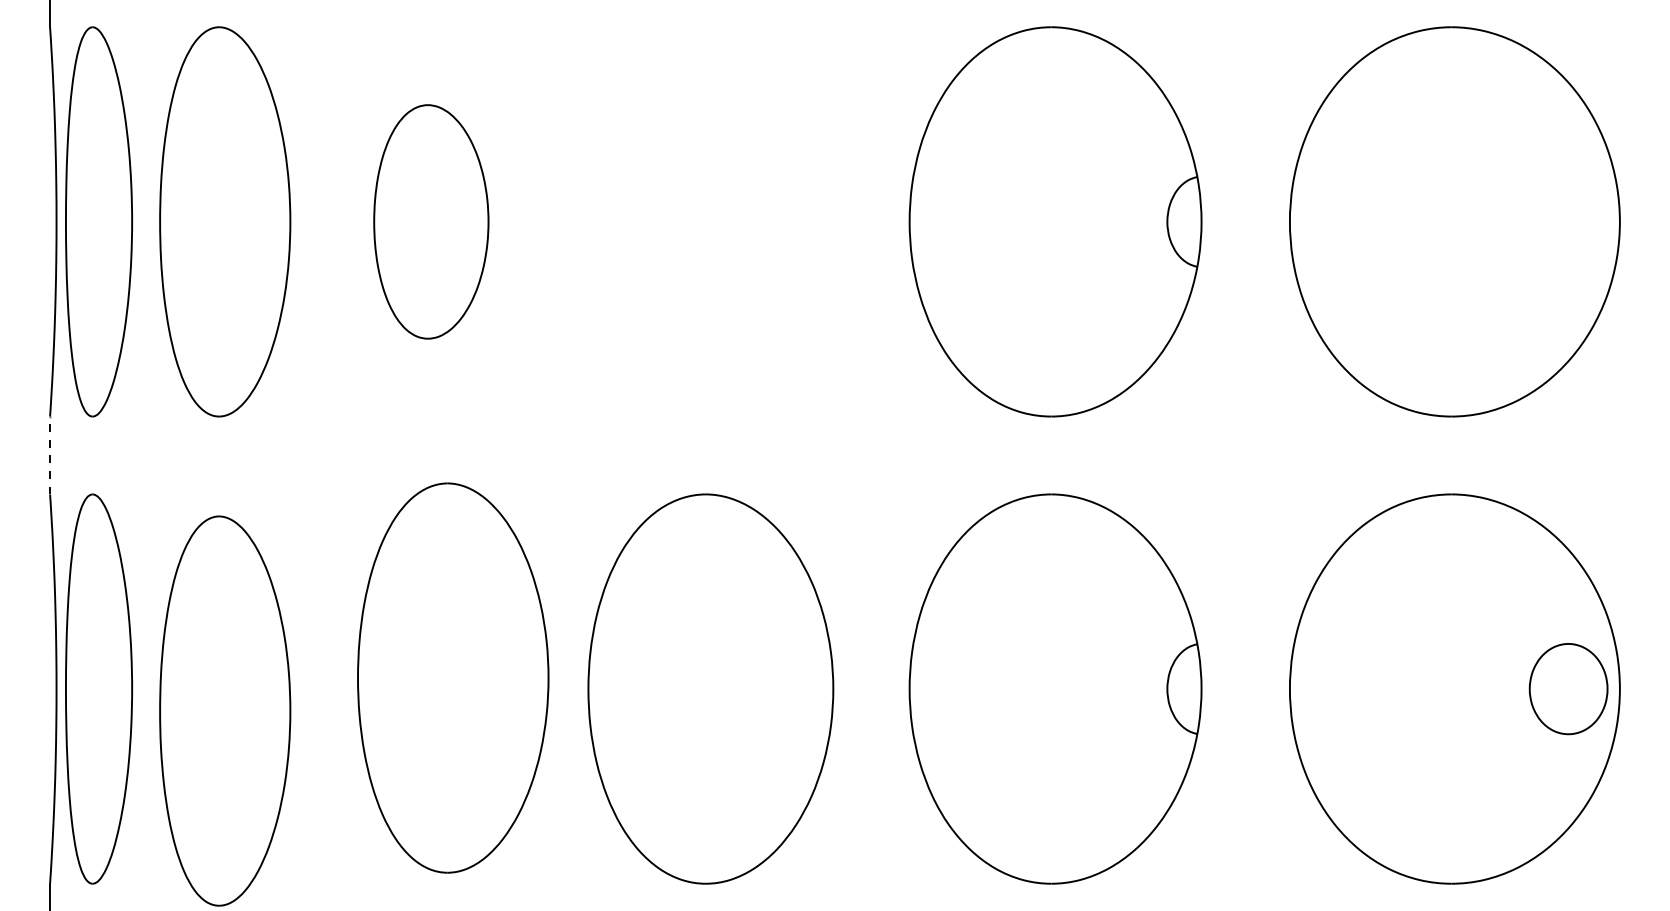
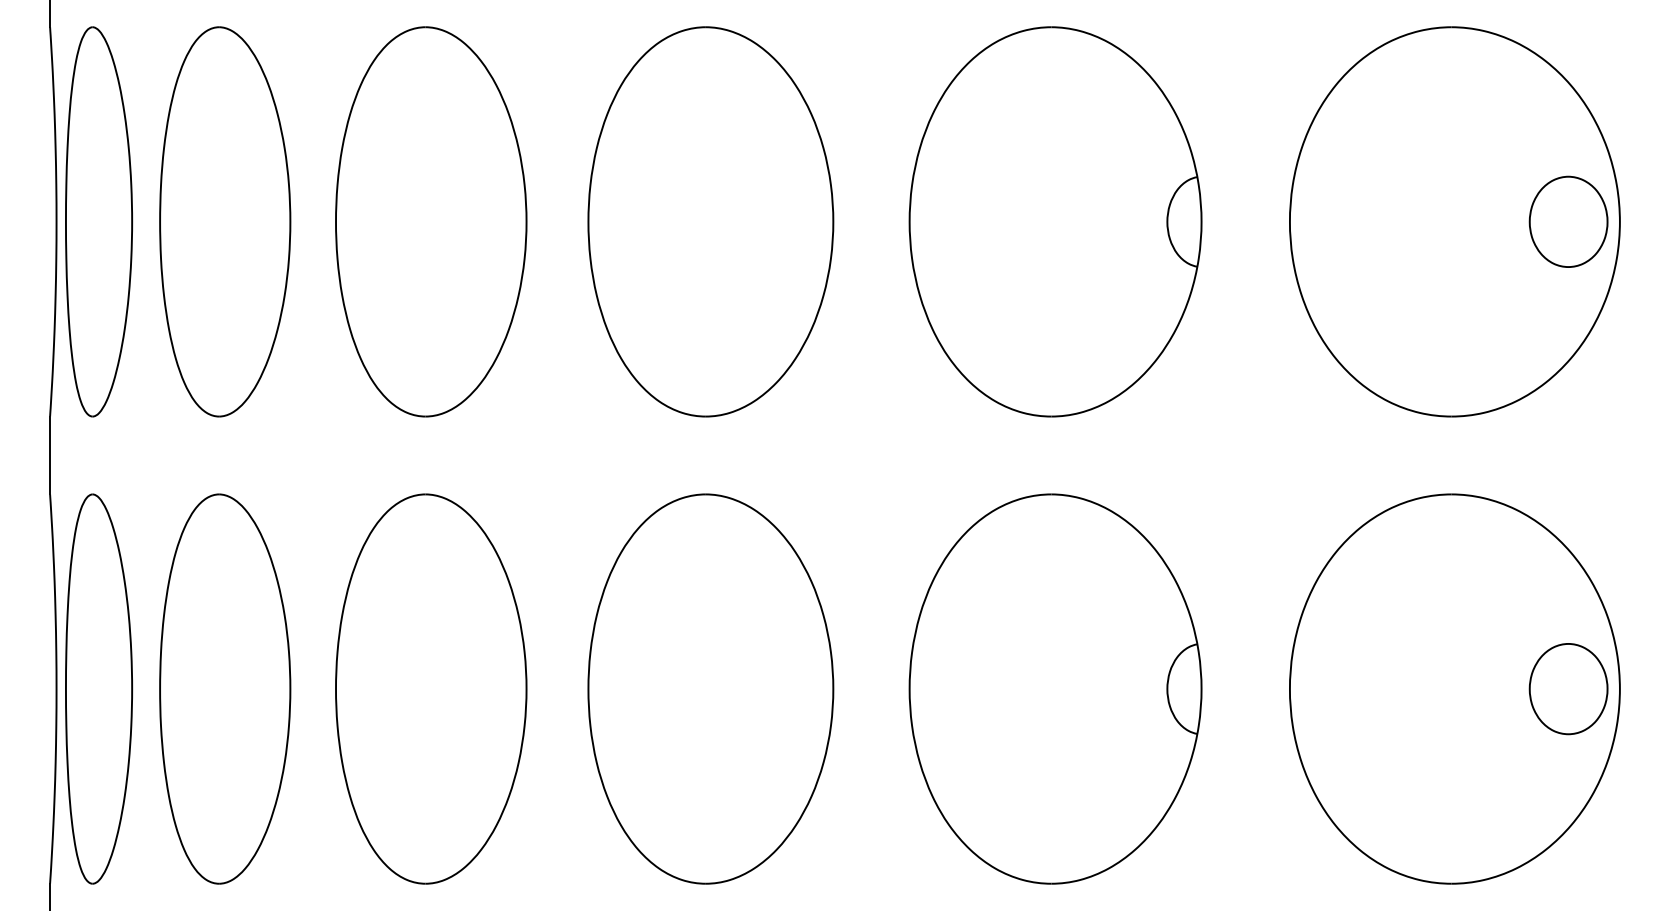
part at (431, 221) size: 117x236 px -> 193x392 px
part at (710, 221): none -> present
part at (1568, 221): none -> present
line at (50, 455): dashed -> solid
part at (453, 677) position: (453, 677) -> (431, 688)
part at (225, 710) position: (225, 710) -> (225, 688)
